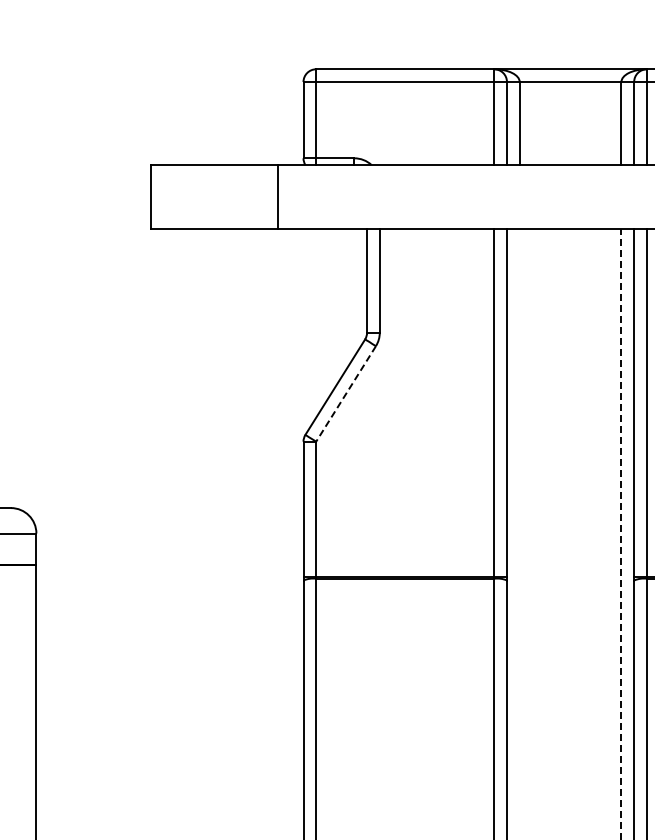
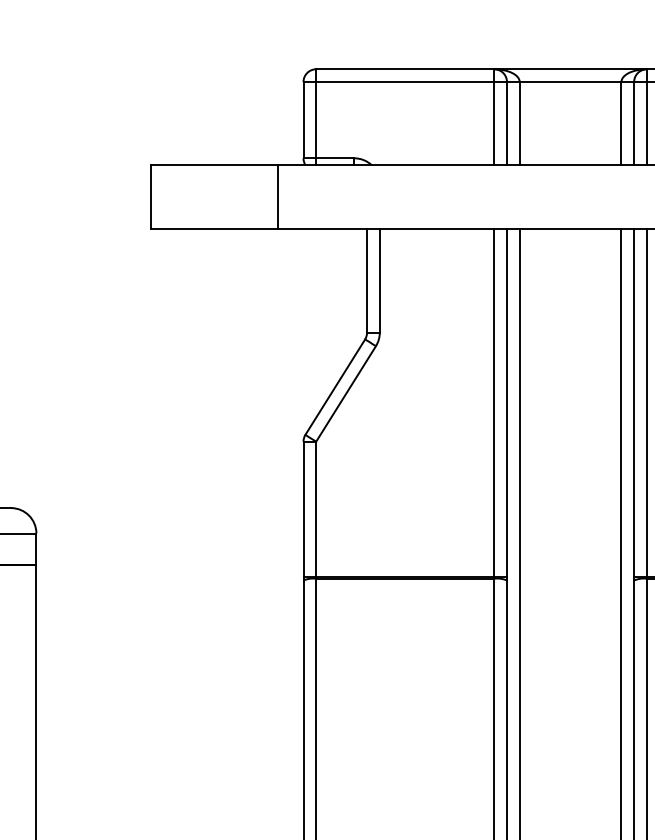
line at (345, 394): dashed -> solid
line at (519, 532): none -> present
line at (621, 533): dashed -> solid
